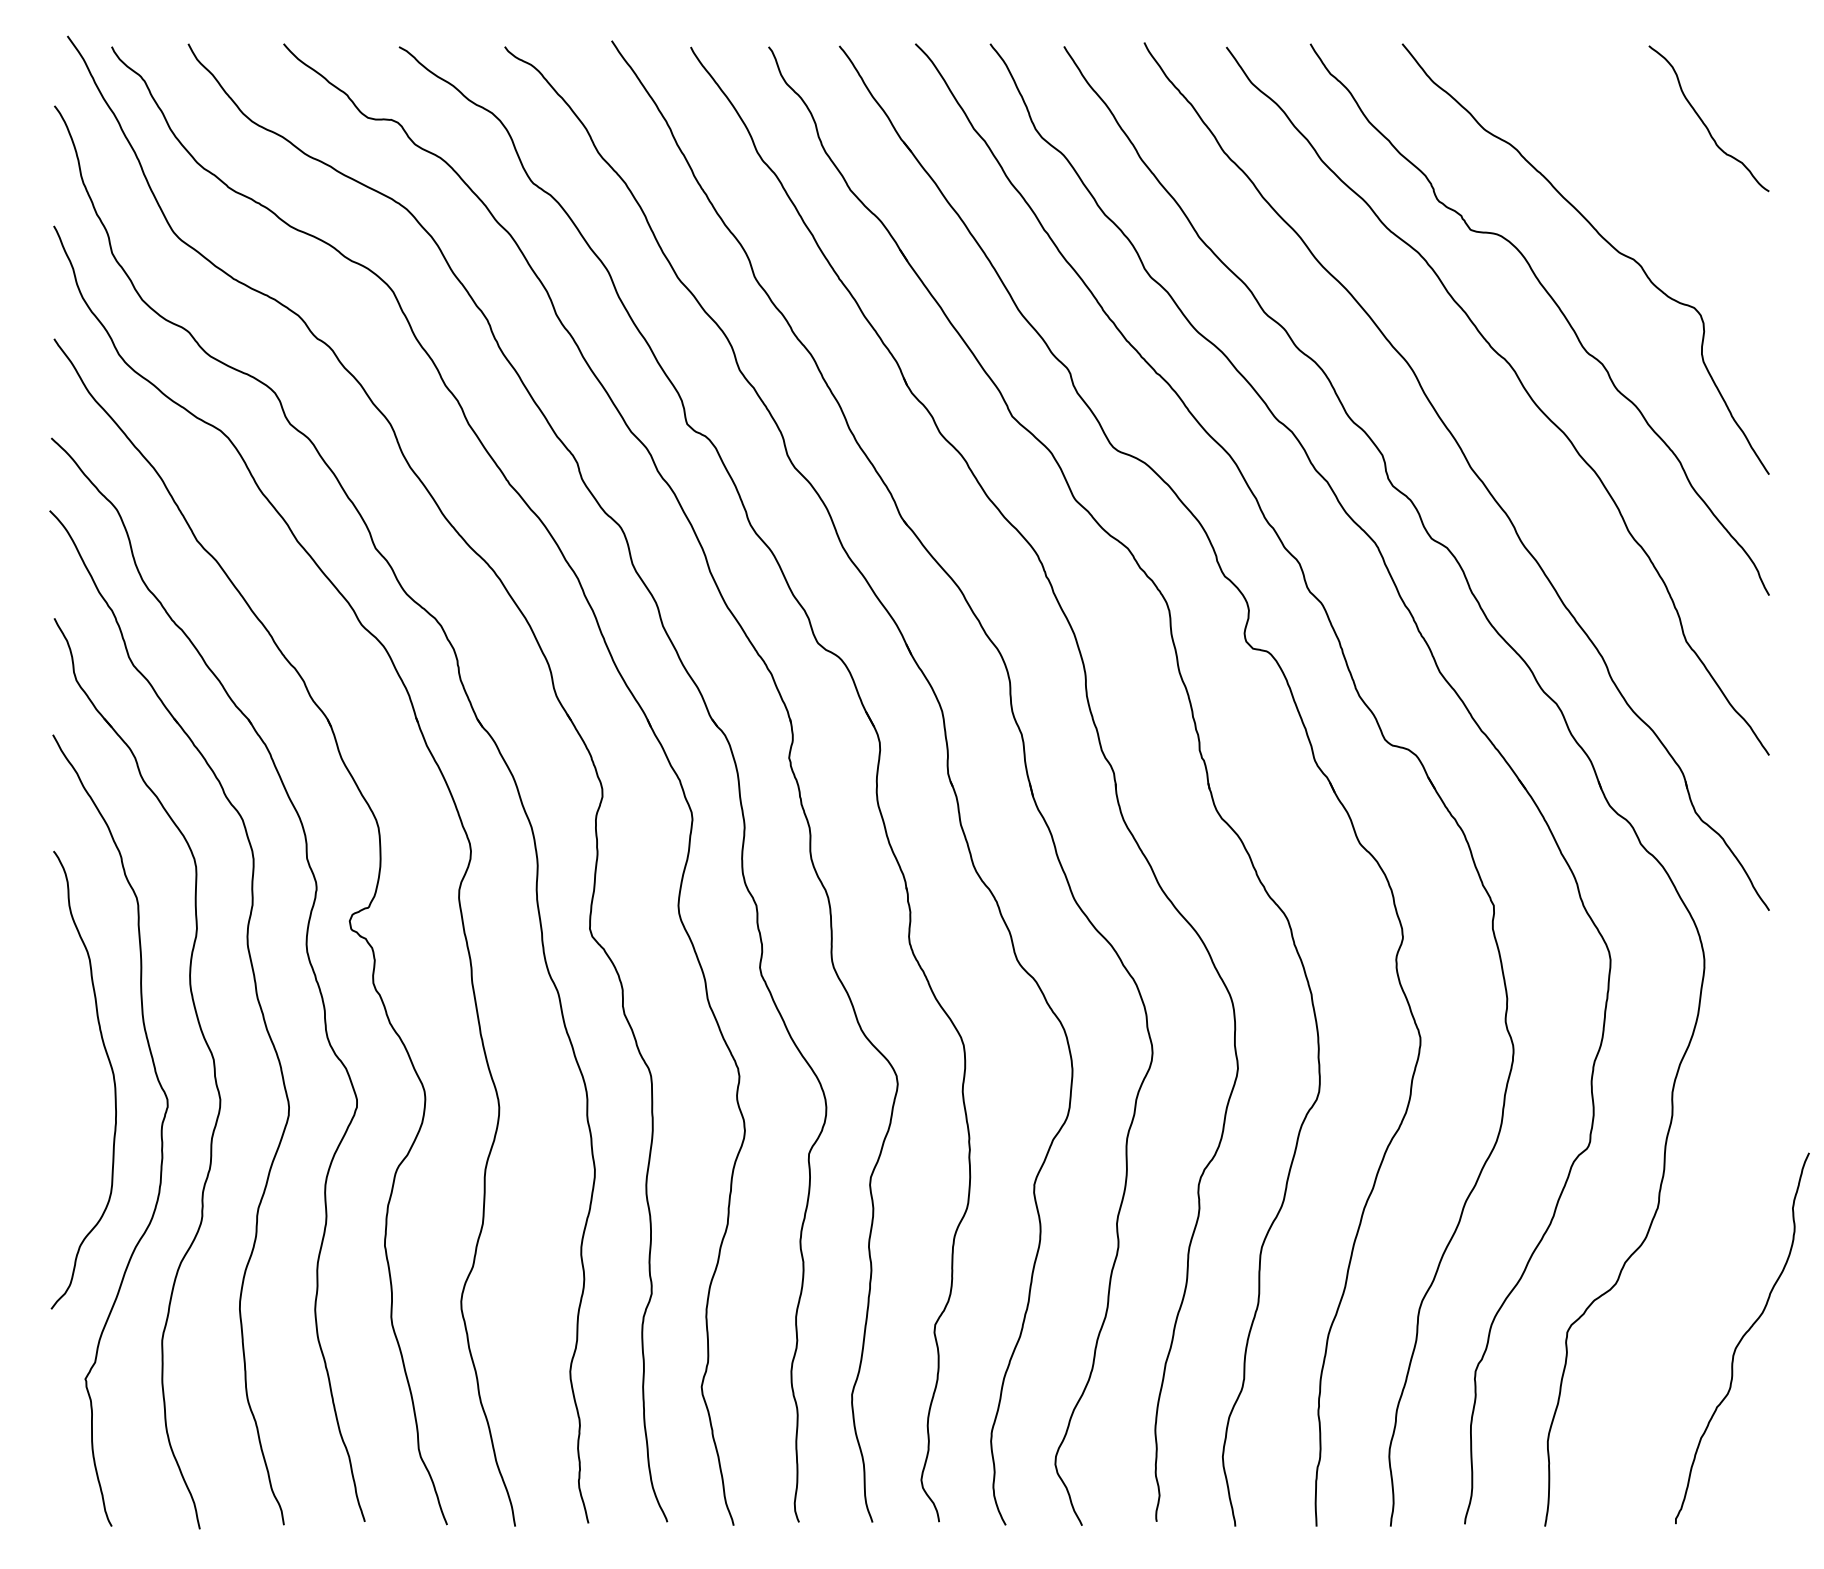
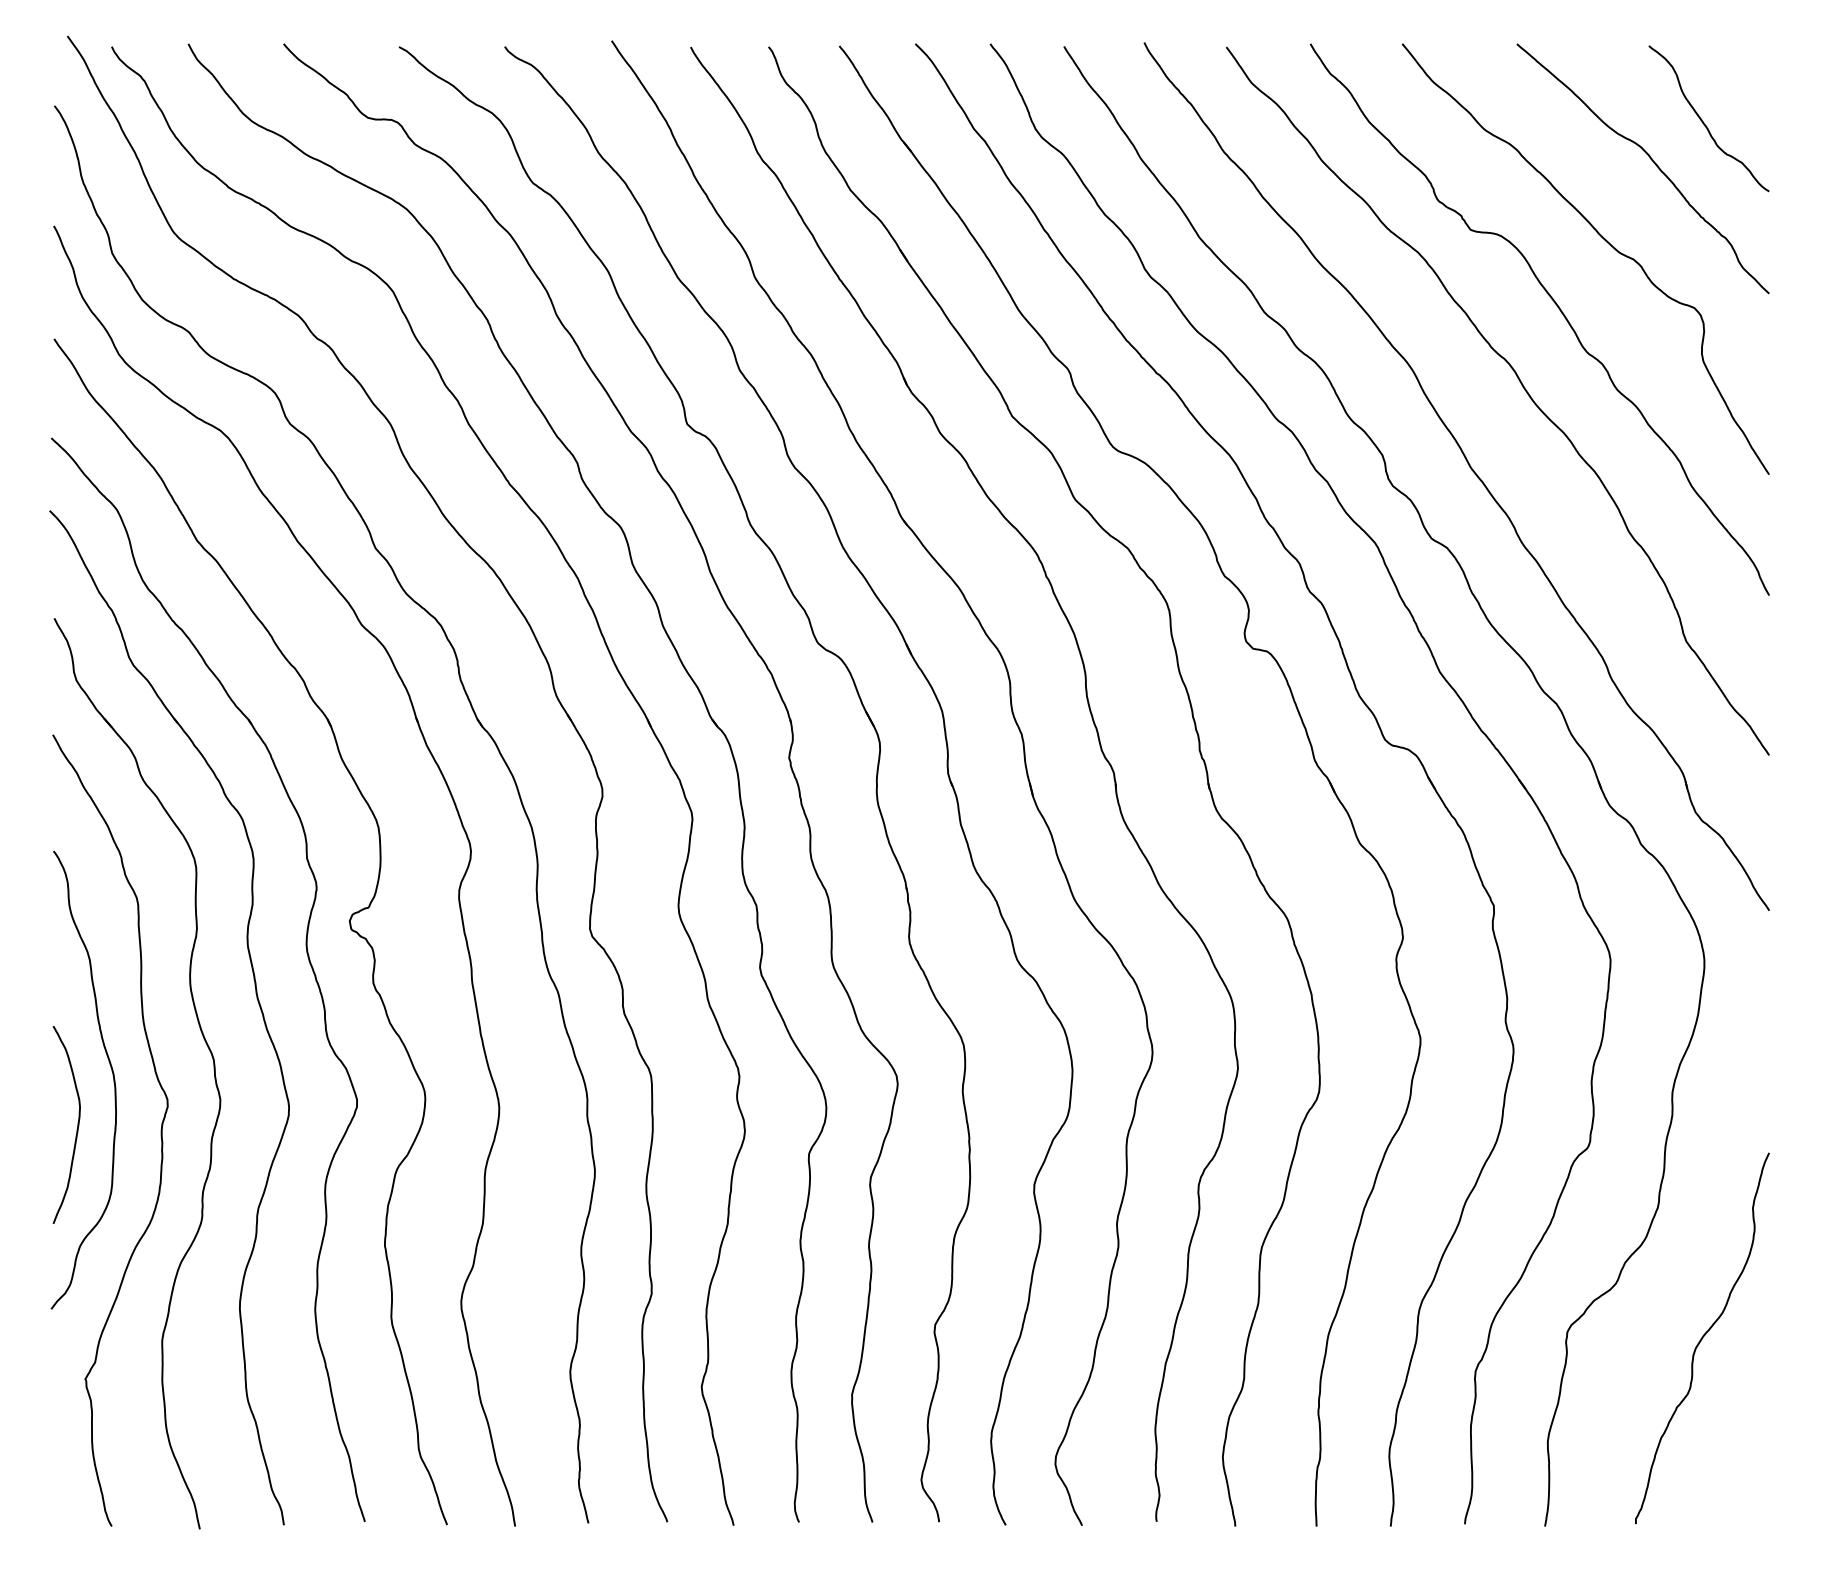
curve at (1650, 159): none -> present
curve at (77, 1124): none -> present
curve at (1742, 1338) position: (1742, 1338) -> (1702, 1338)
